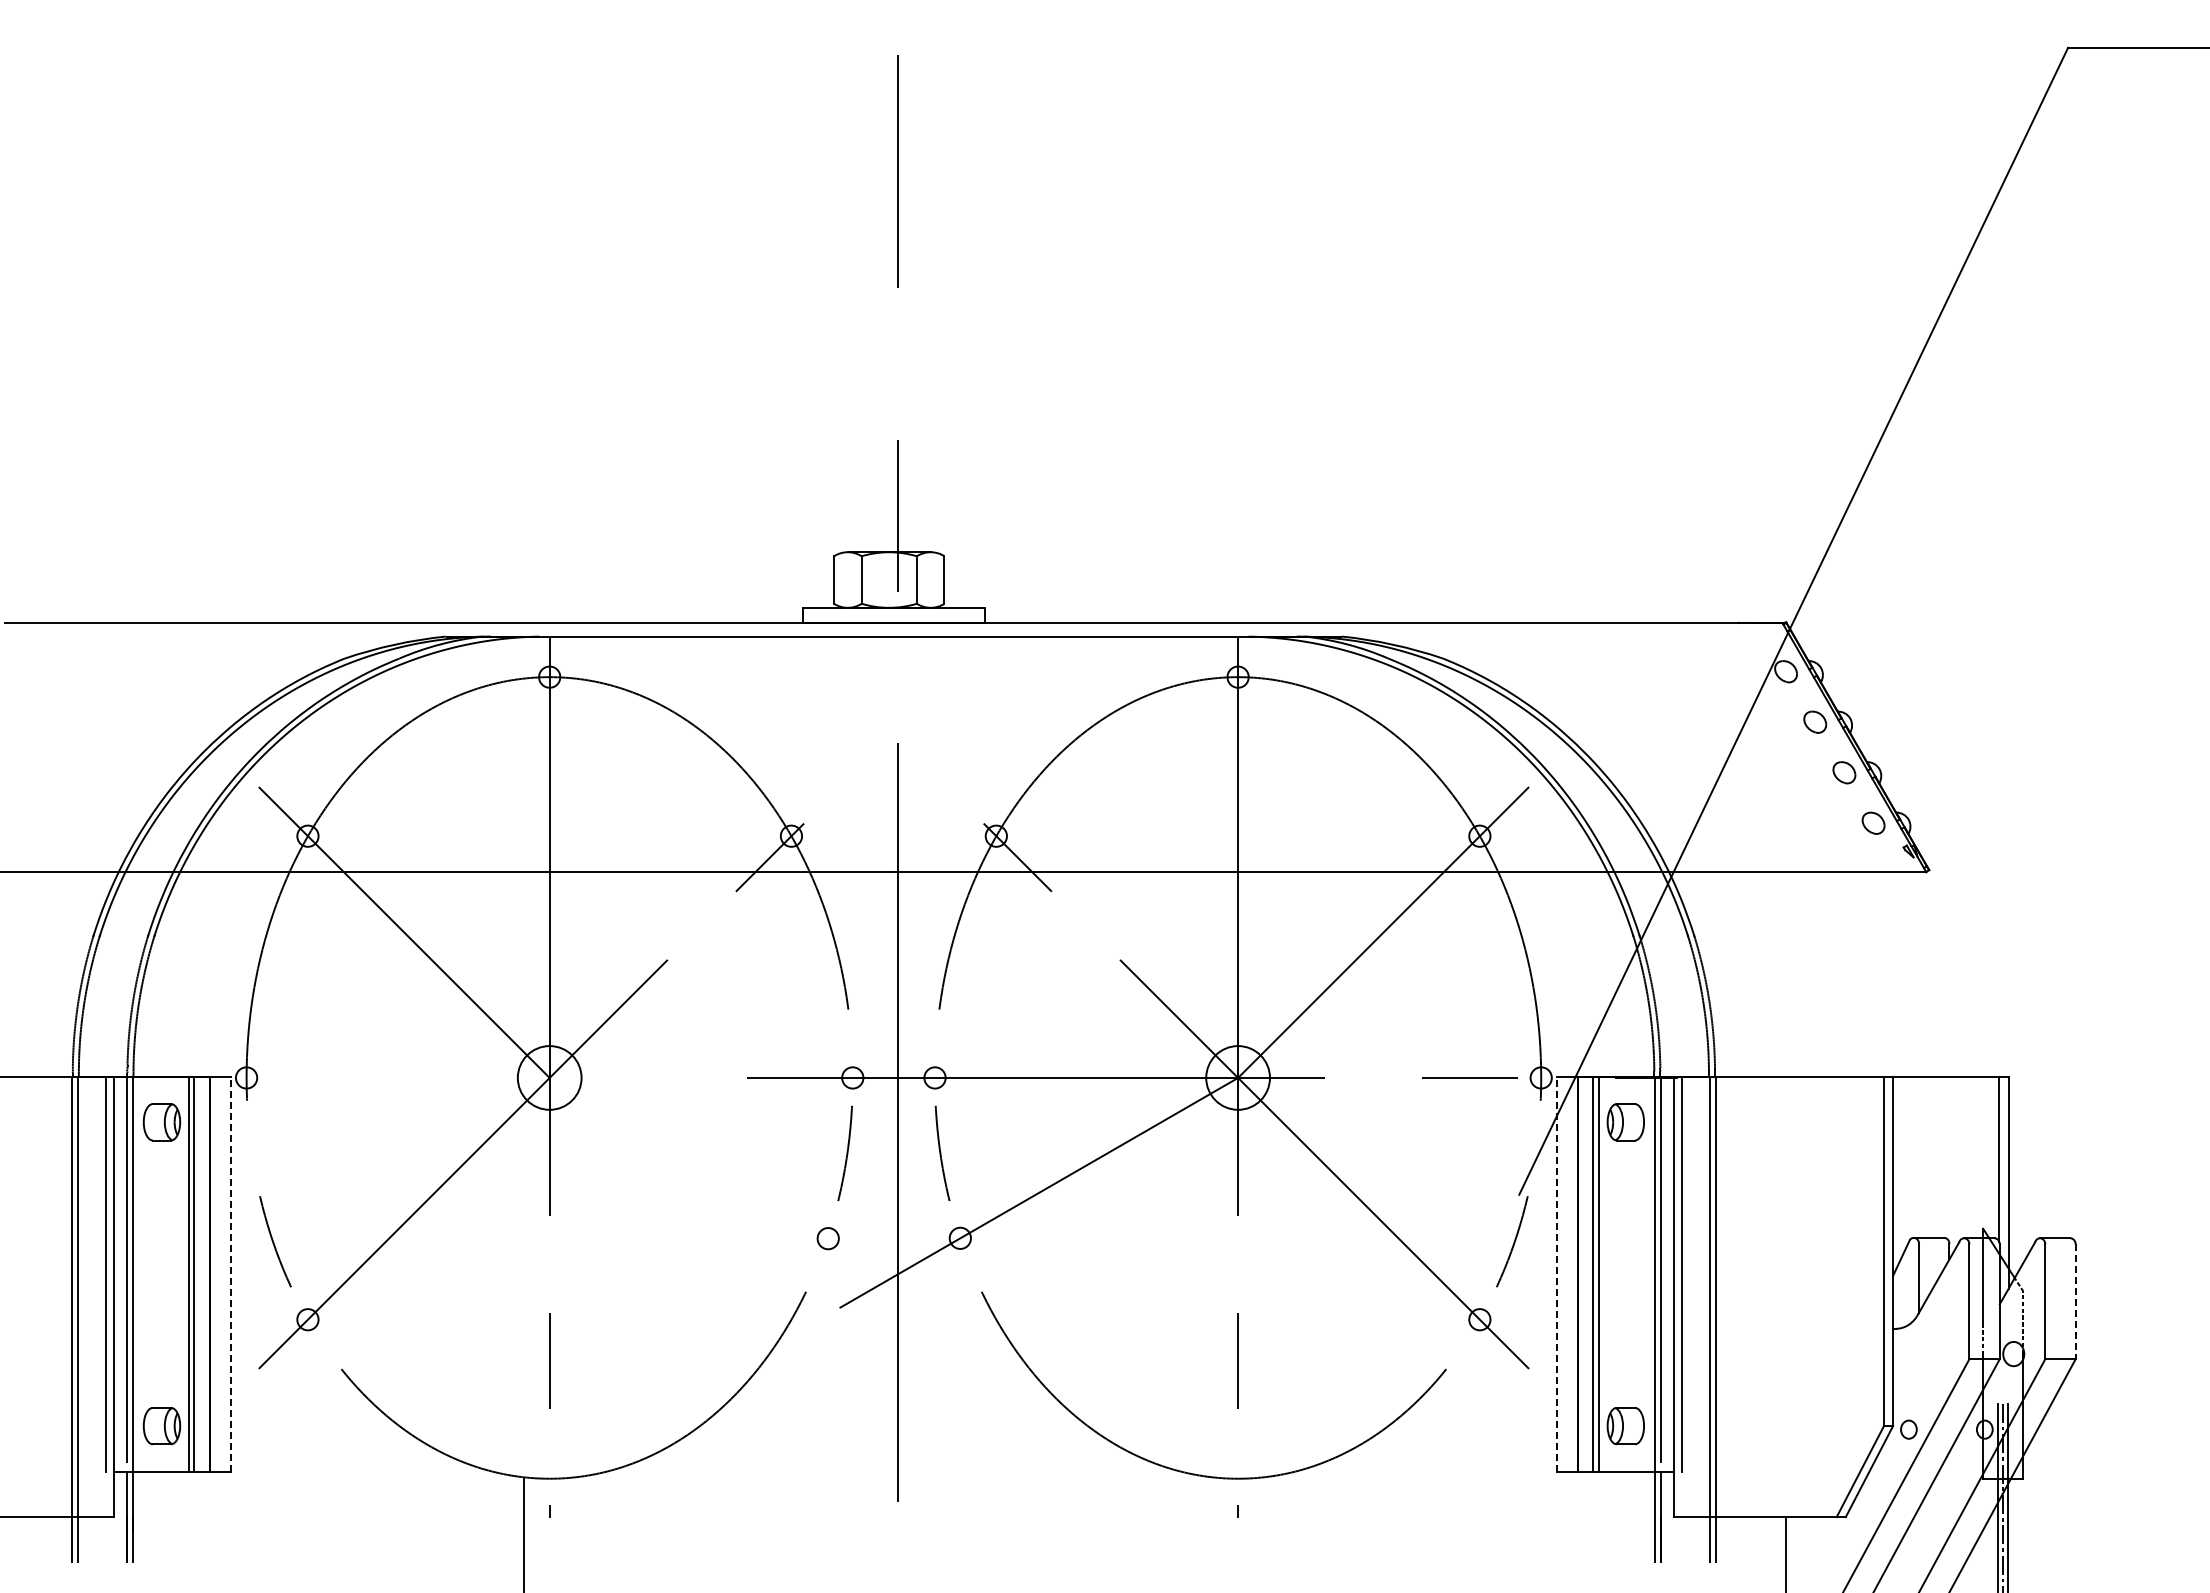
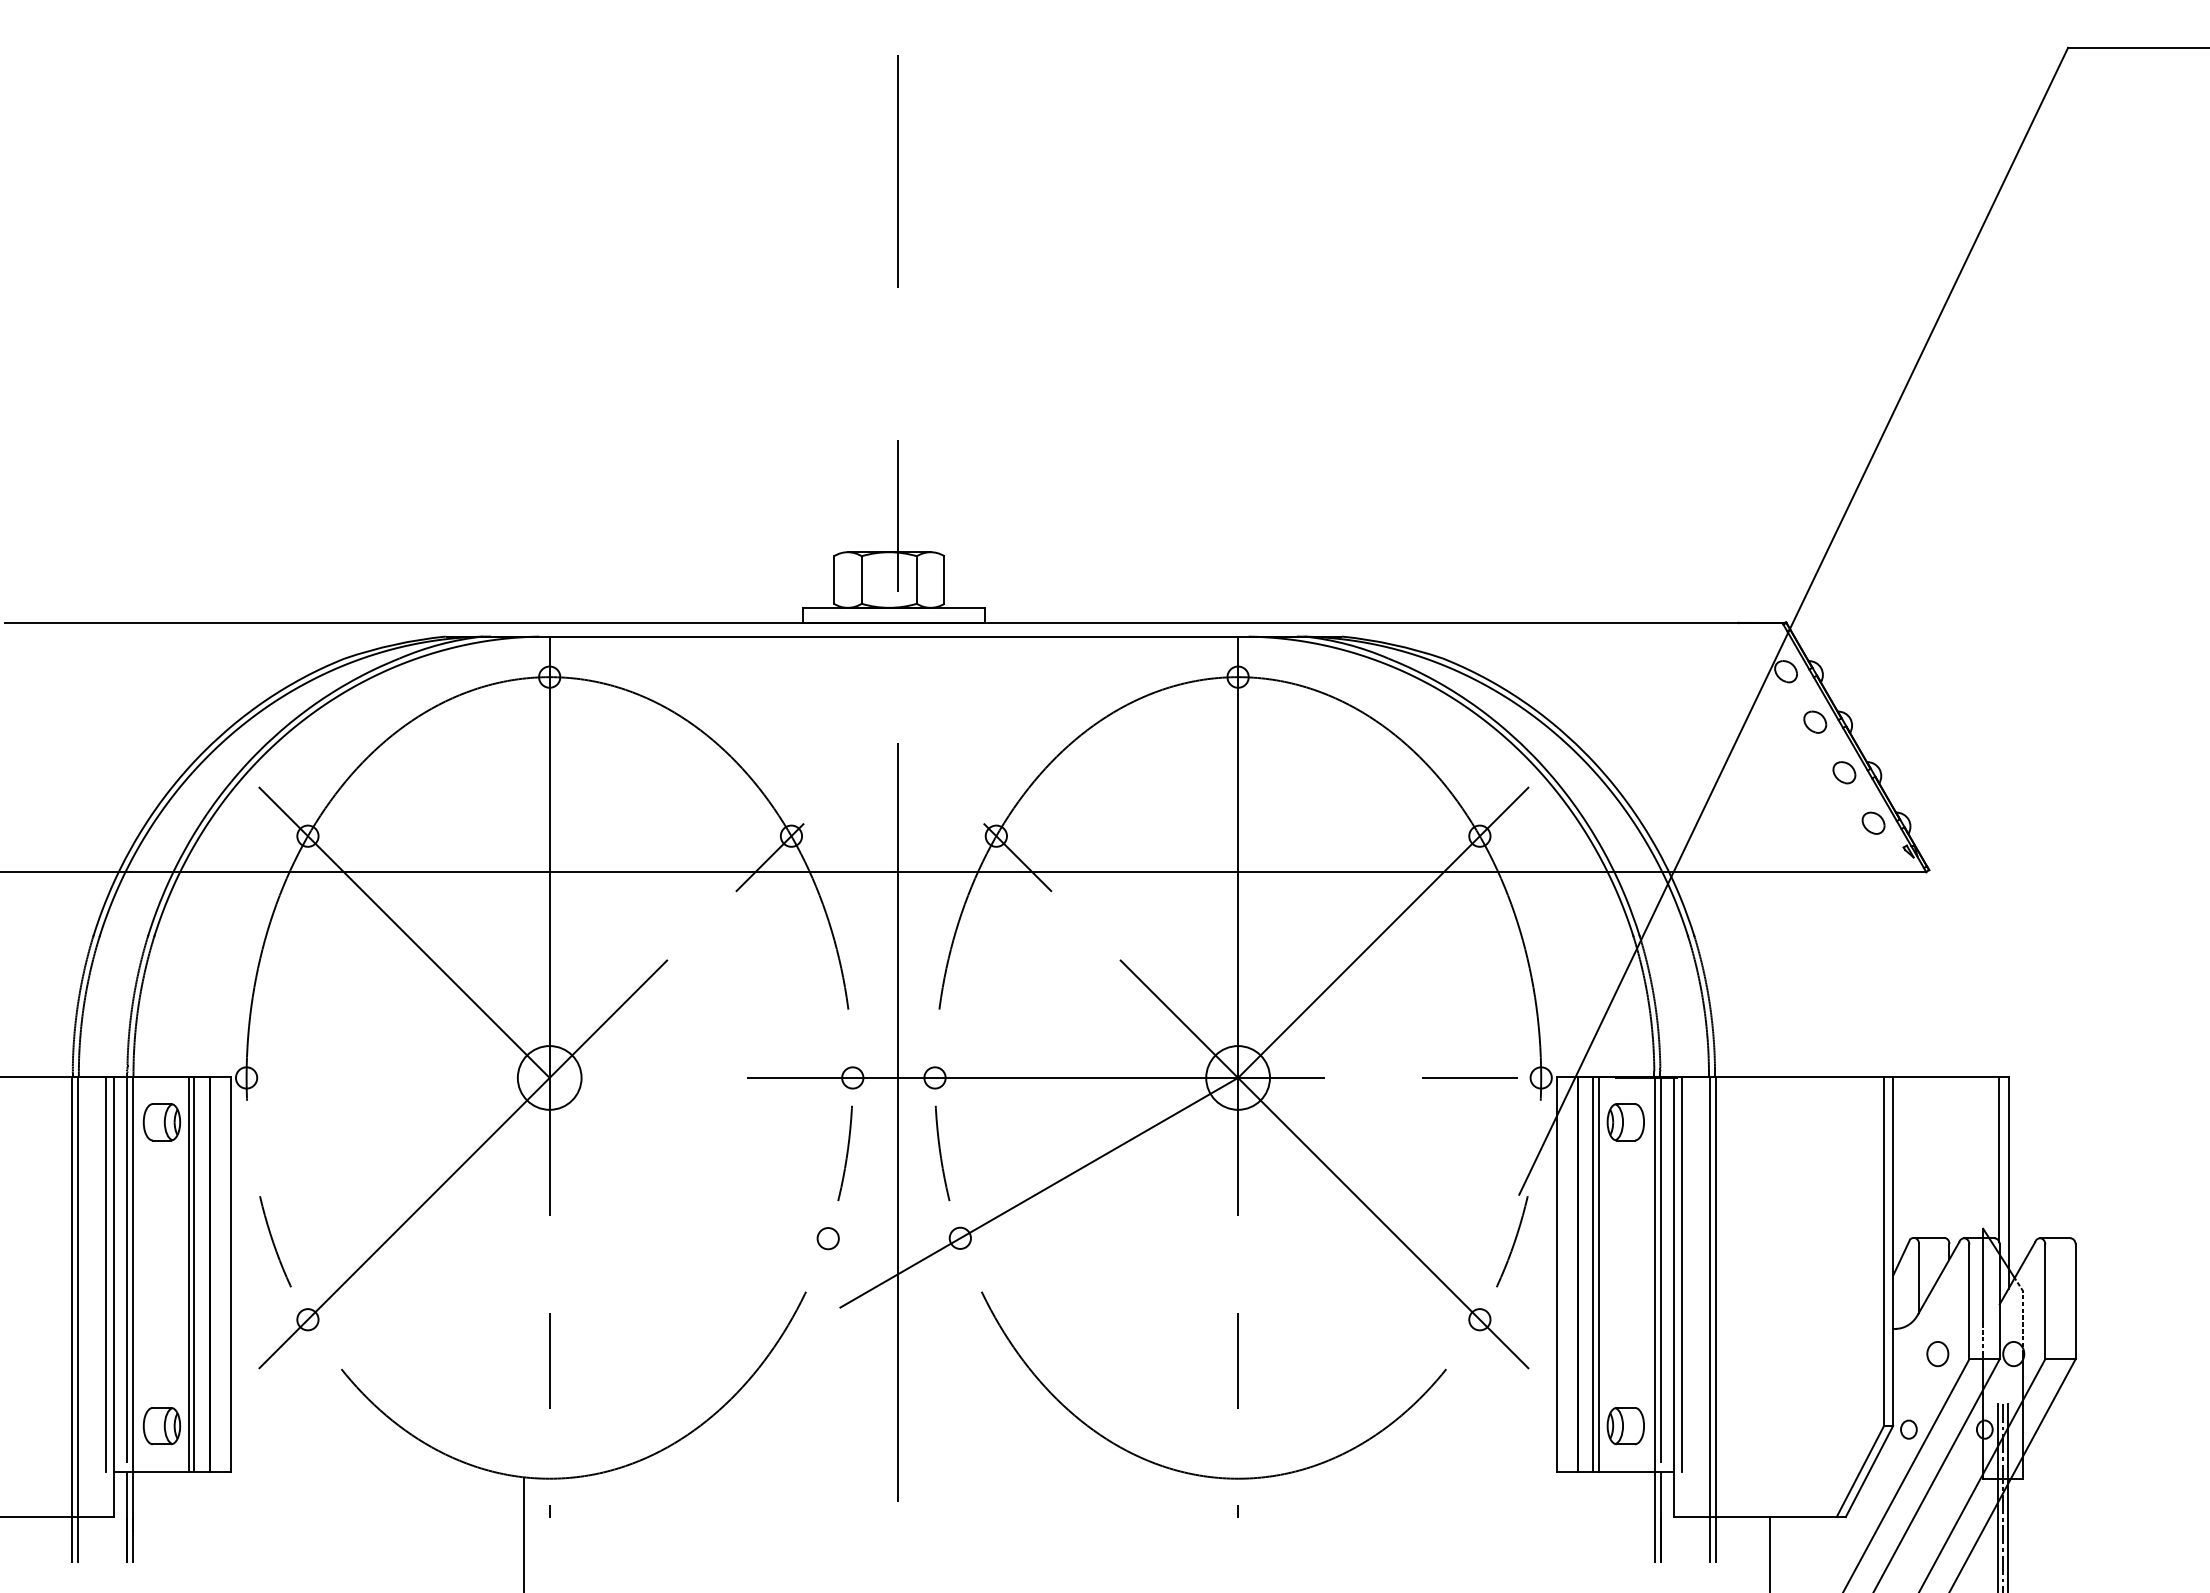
line at (230, 1273): dashed -> solid
line at (1557, 1273): dashed -> solid
line at (2075, 1302): dashed -> solid
part at (1937, 1354): none -> present
line at (1785, 1553) position: (1785, 1553) -> (1769, 1553)
